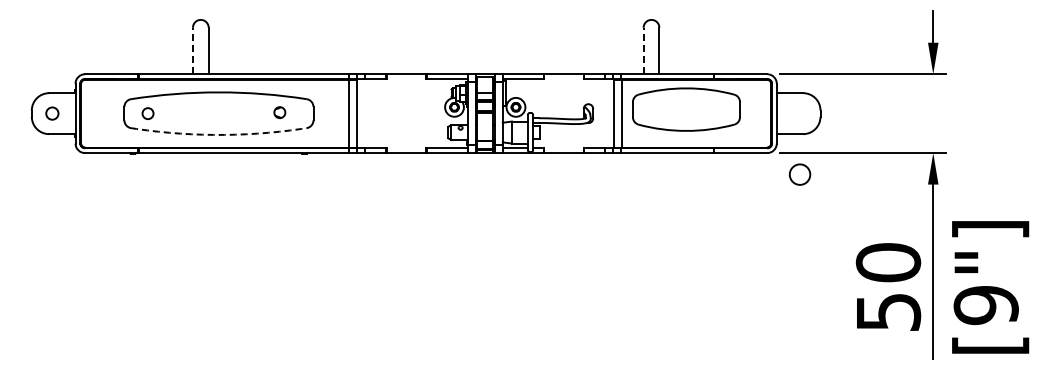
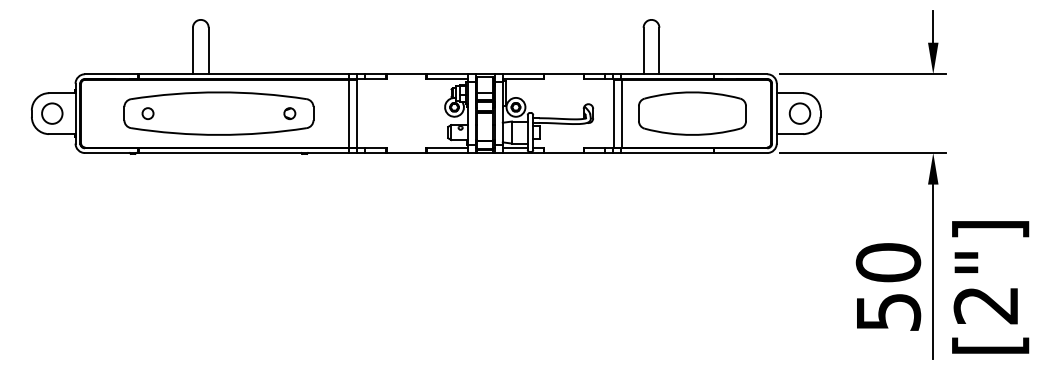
line at (192, 50): dashed -> solid
line at (643, 50): dashed -> solid
part at (686, 109) position: (686, 109) -> (692, 113)
circle at (279, 112) position: (279, 112) -> (289, 113)
circle at (52, 113) size: 15x15 px -> 23x23 px
arc at (218, 134): dashed -> solid
circle at (799, 174) position: (799, 174) -> (799, 113)
text at (985, 305): [9"] -> [2"]
